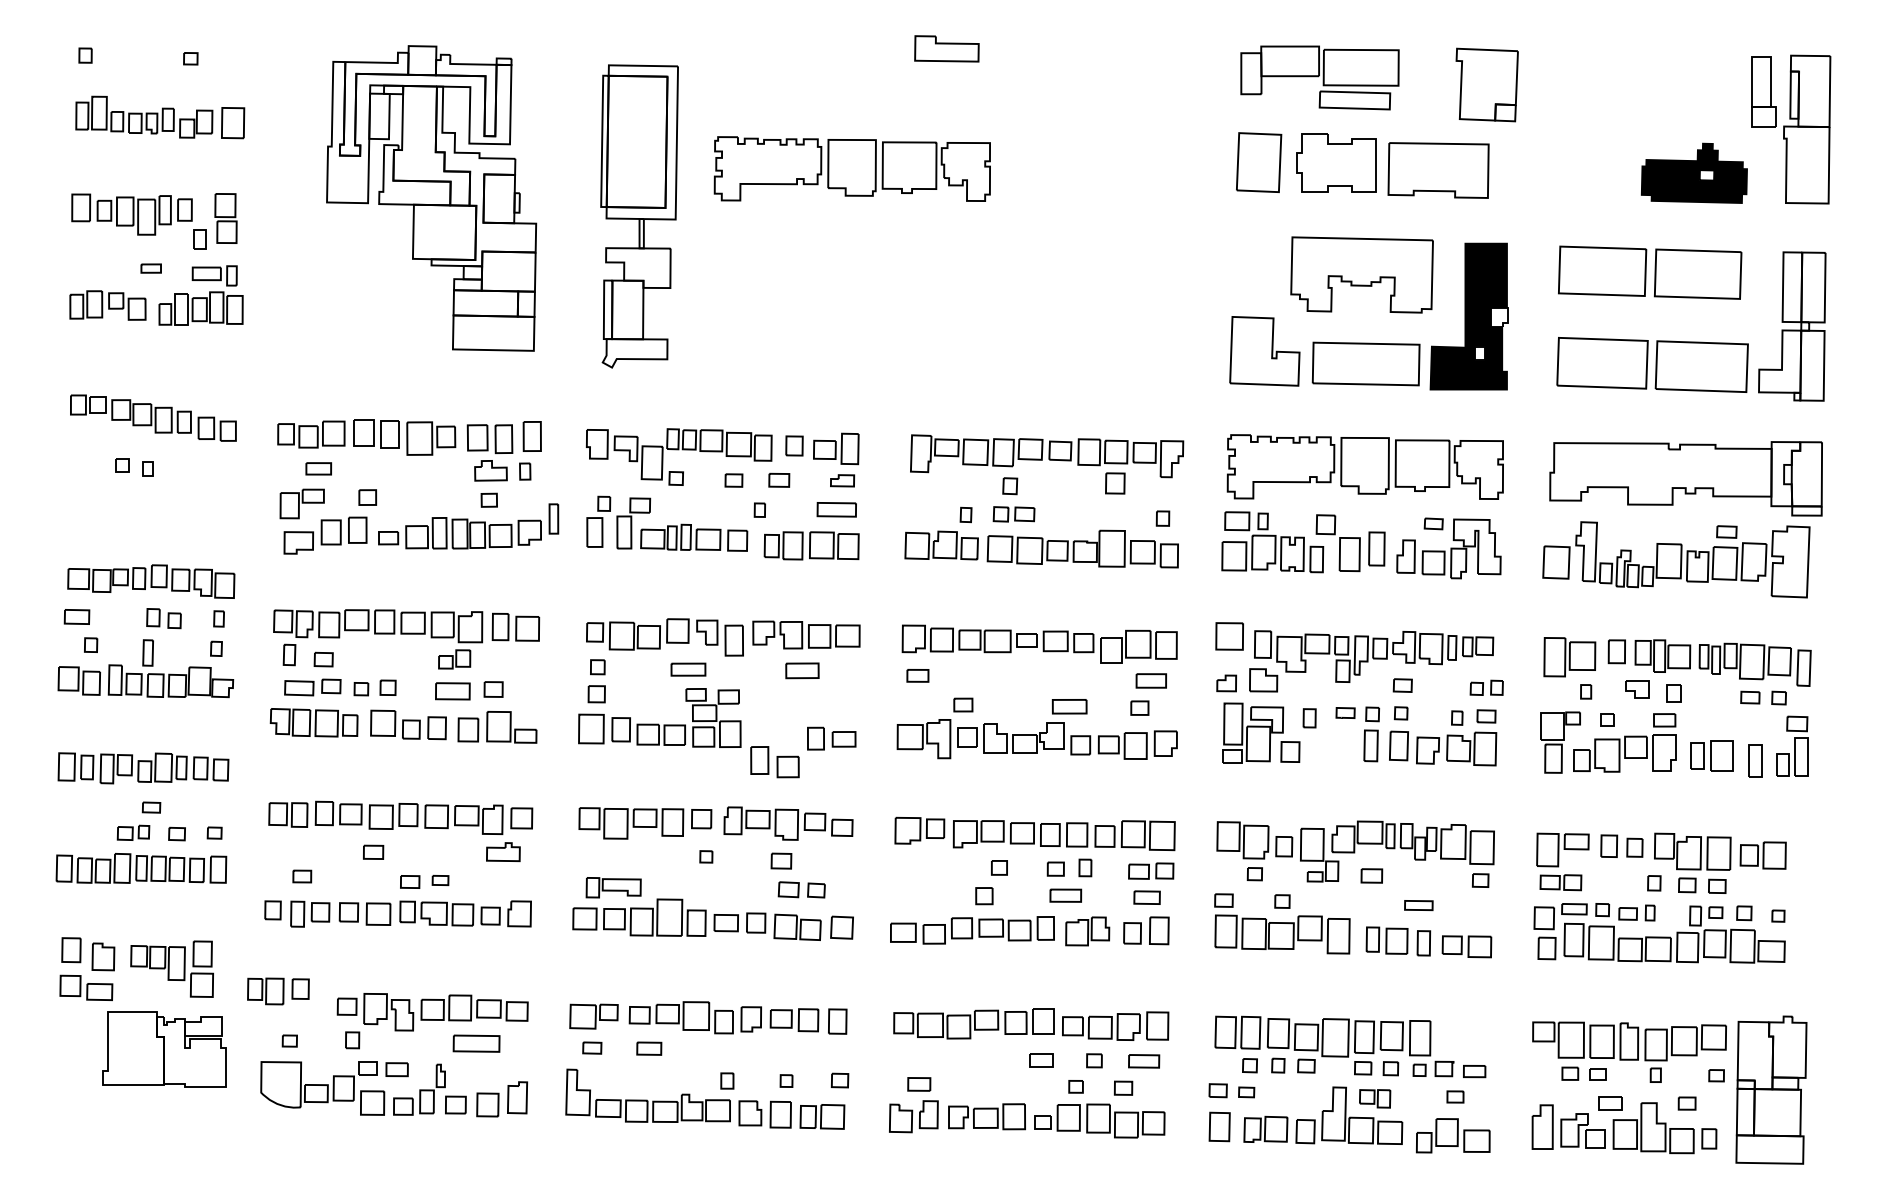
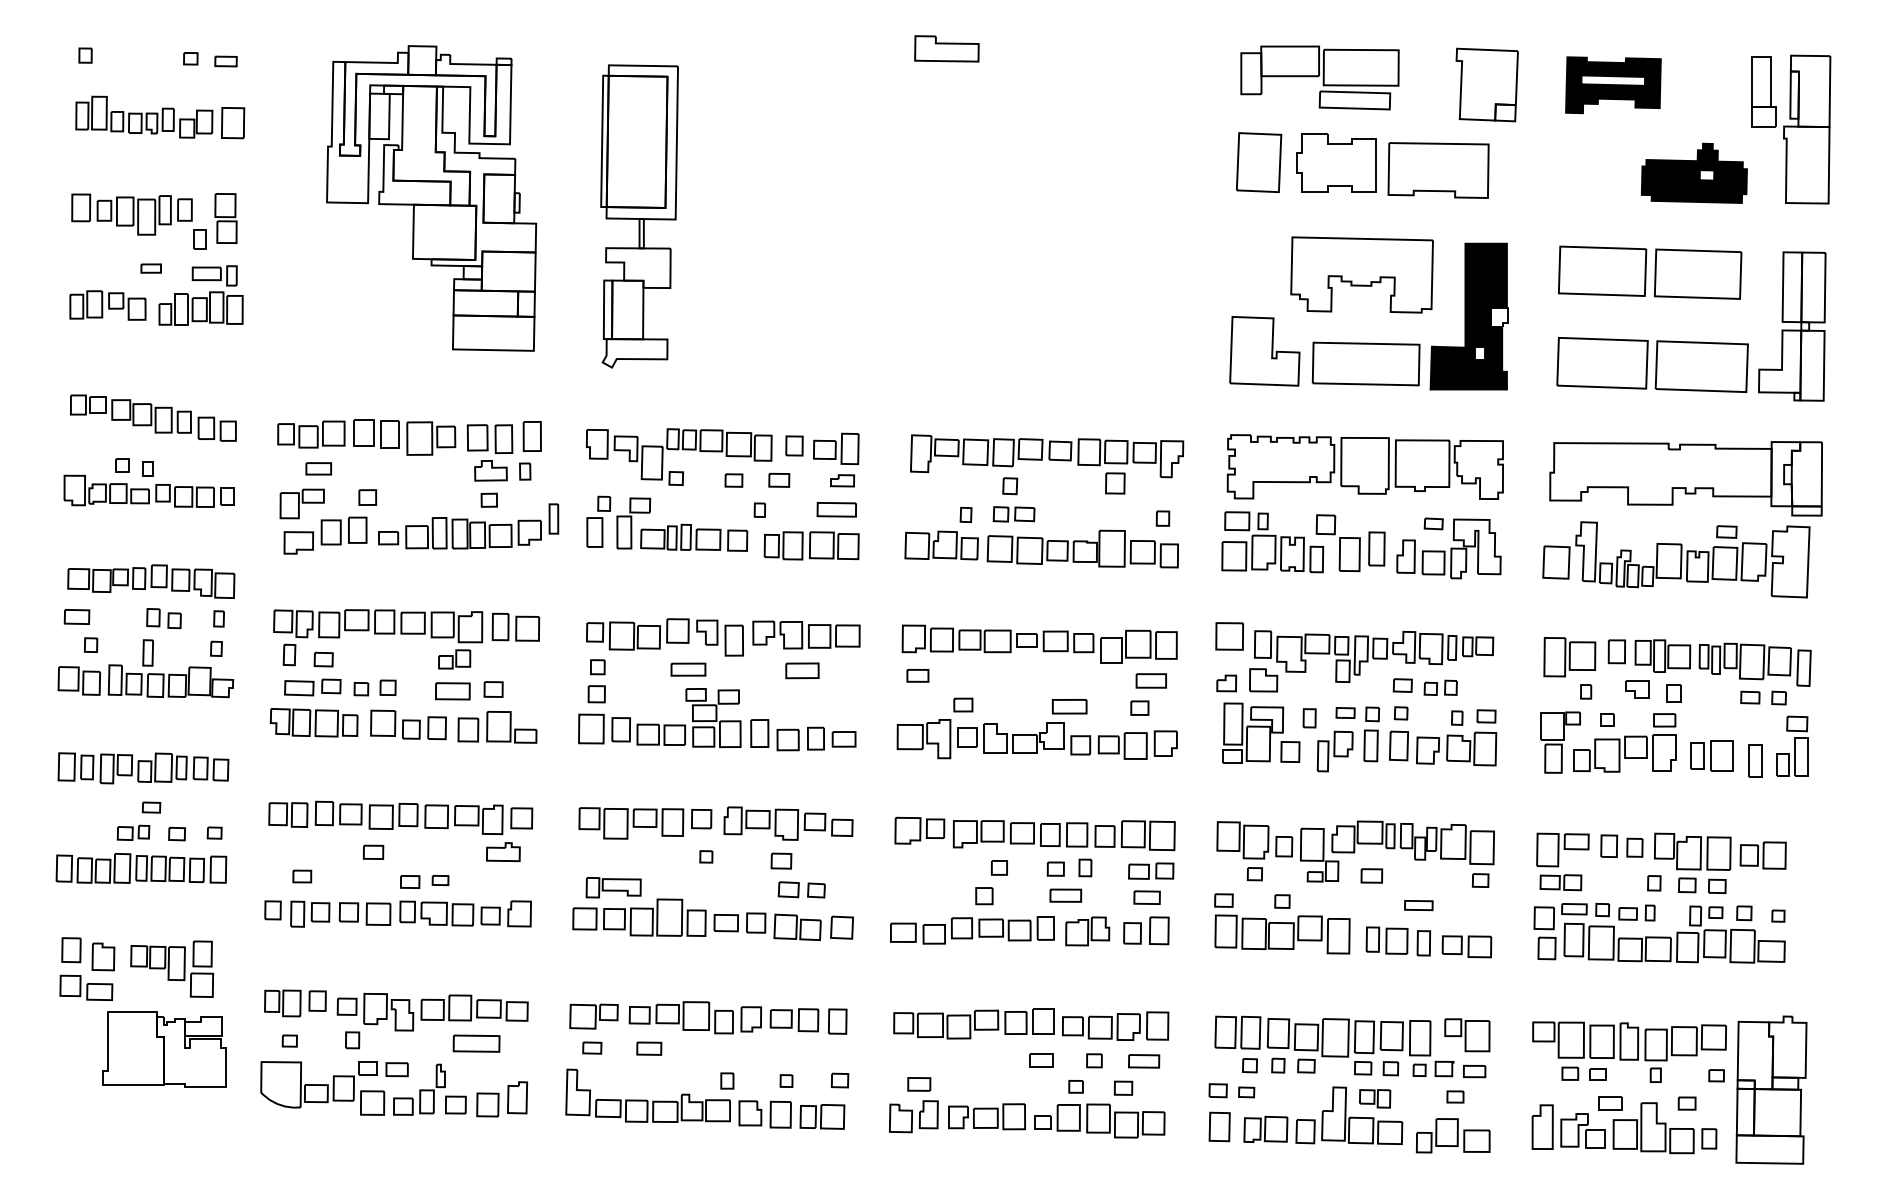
part at (225, 61): none -> present
part at (1613, 85): none -> present
part at (851, 168): present -> none
part at (148, 490): none -> present
part at (1486, 687) position: (1486, 687) -> (1440, 687)
part at (1334, 751): none -> present
part at (774, 762) position: (774, 762) -> (774, 735)
part at (278, 991) position: (278, 991) -> (295, 1003)
part at (1467, 1035): none -> present
